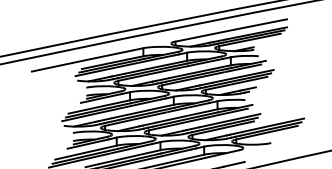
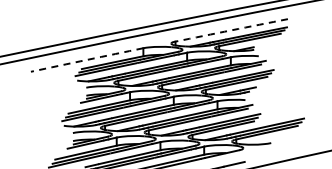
arc at (231, 30): solid -> dashed
arc at (87, 59): solid -> dashed
